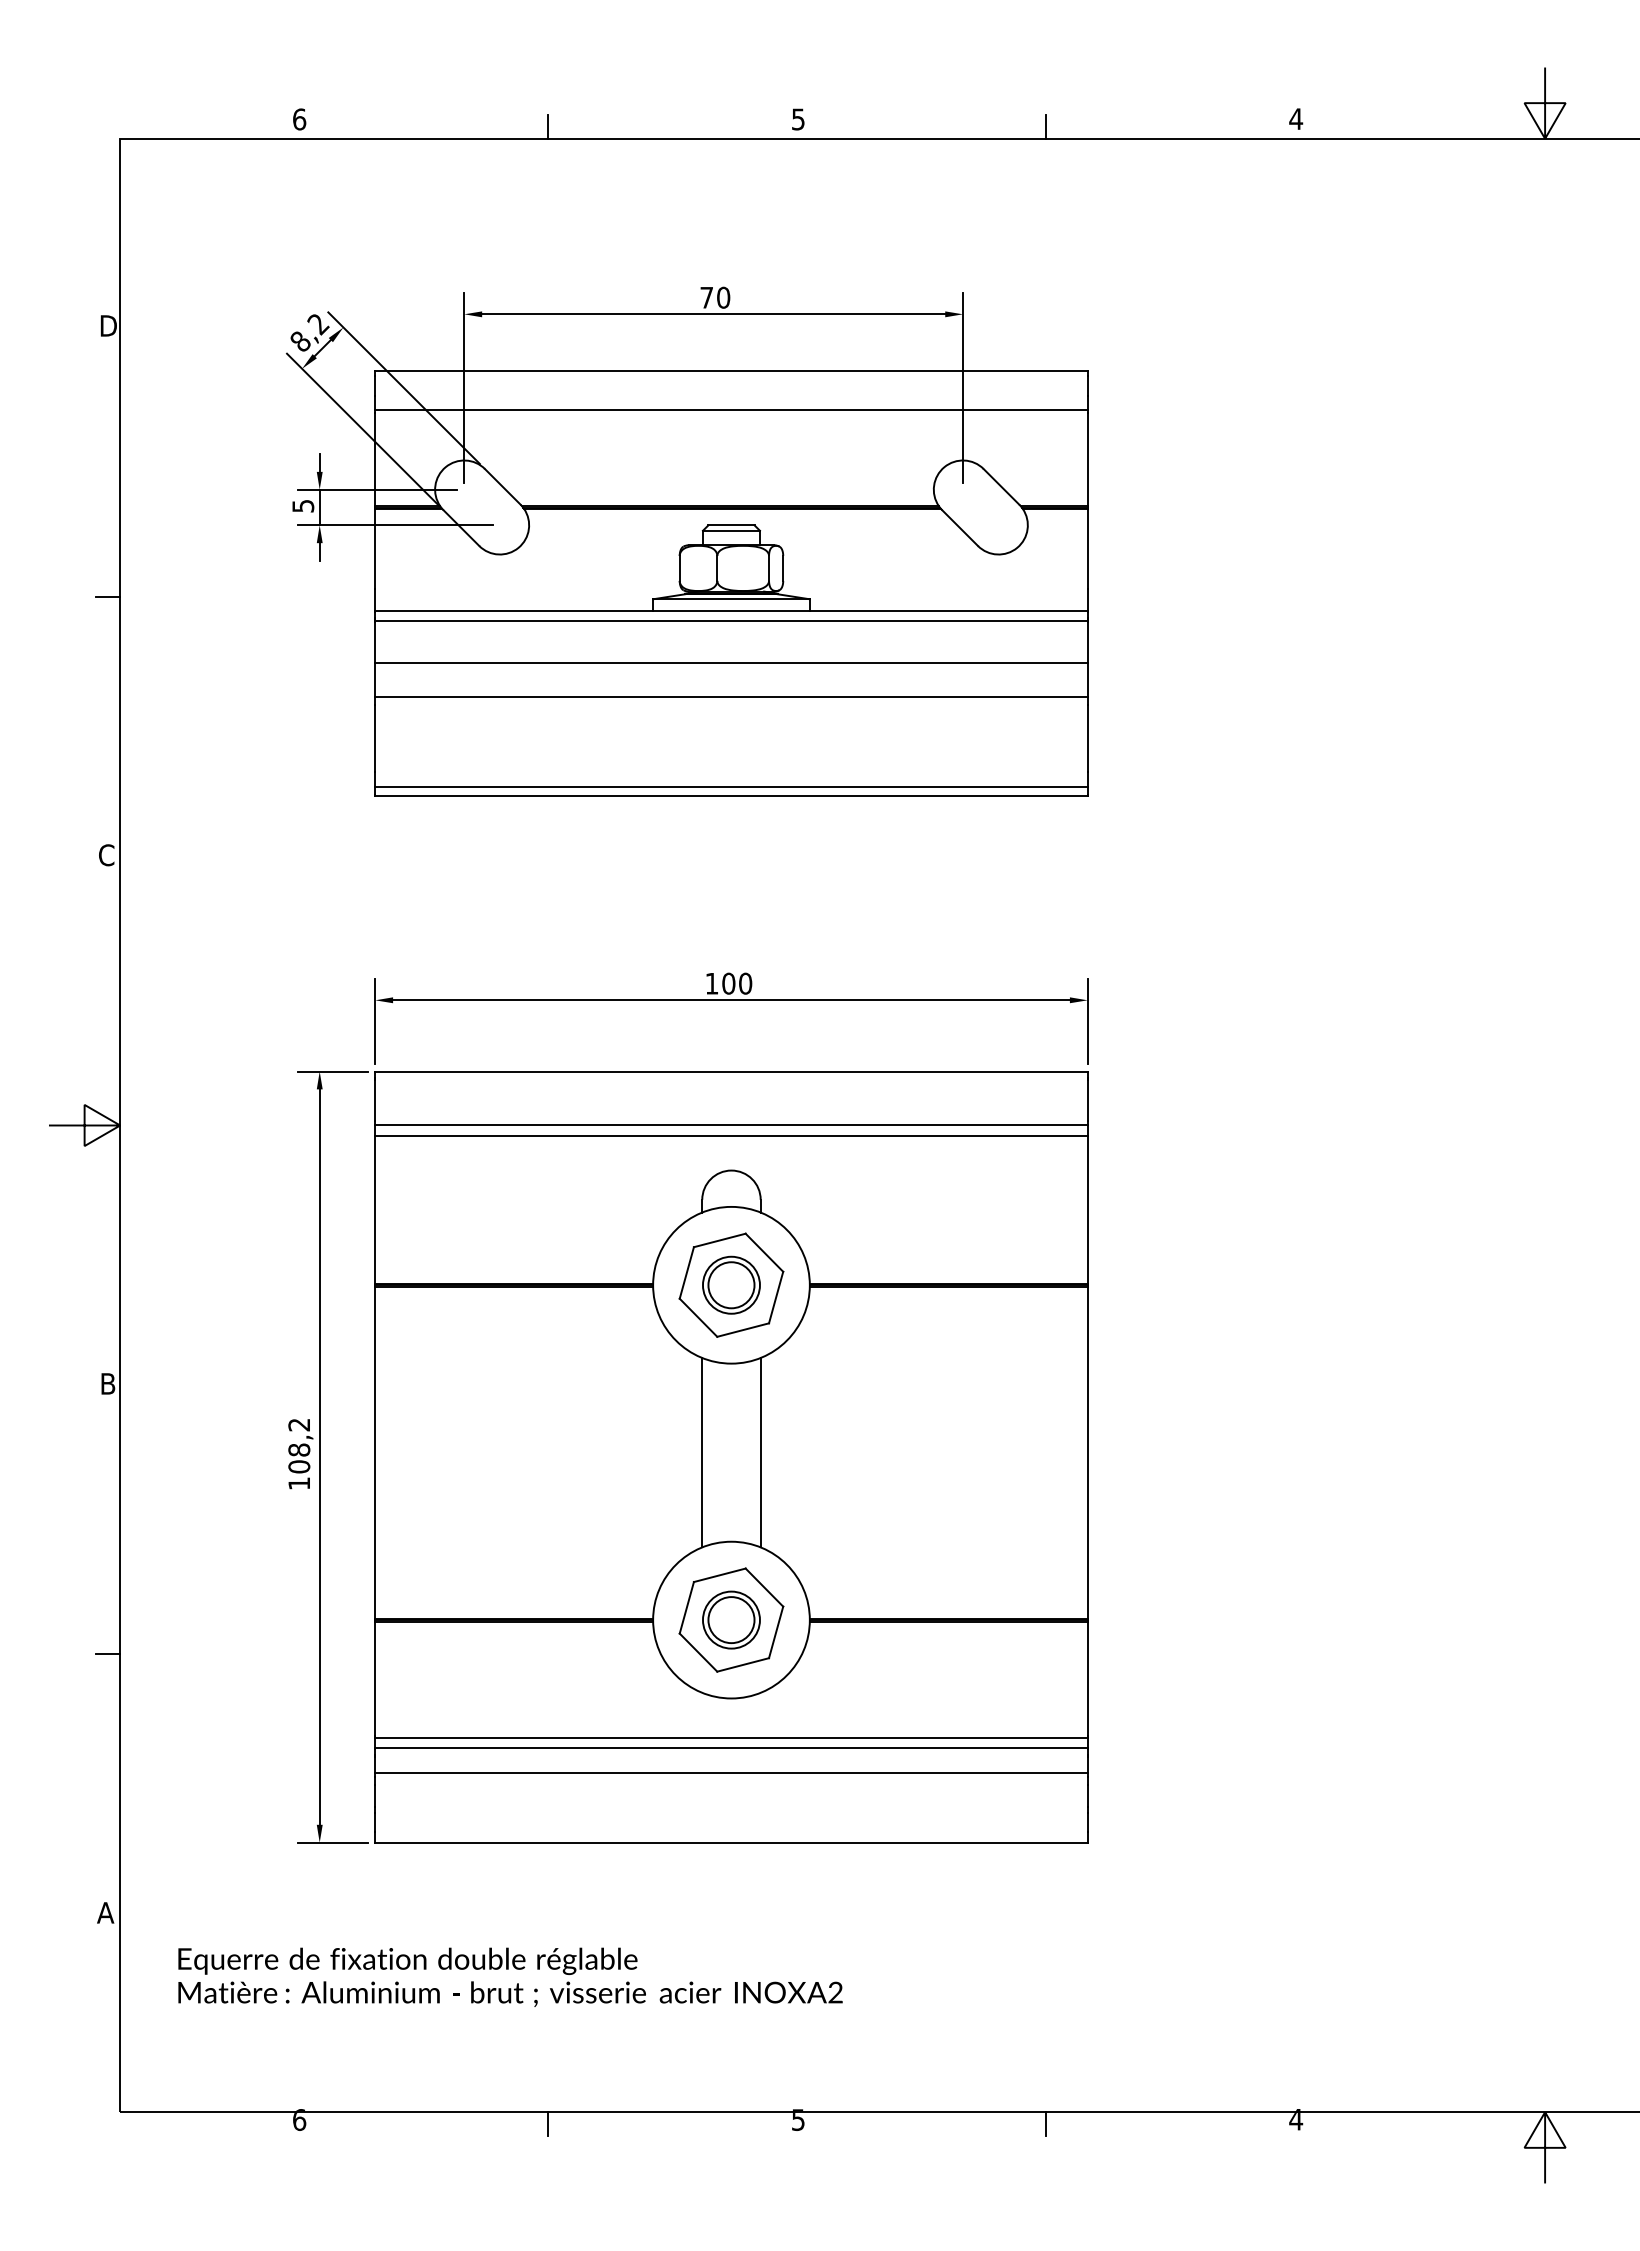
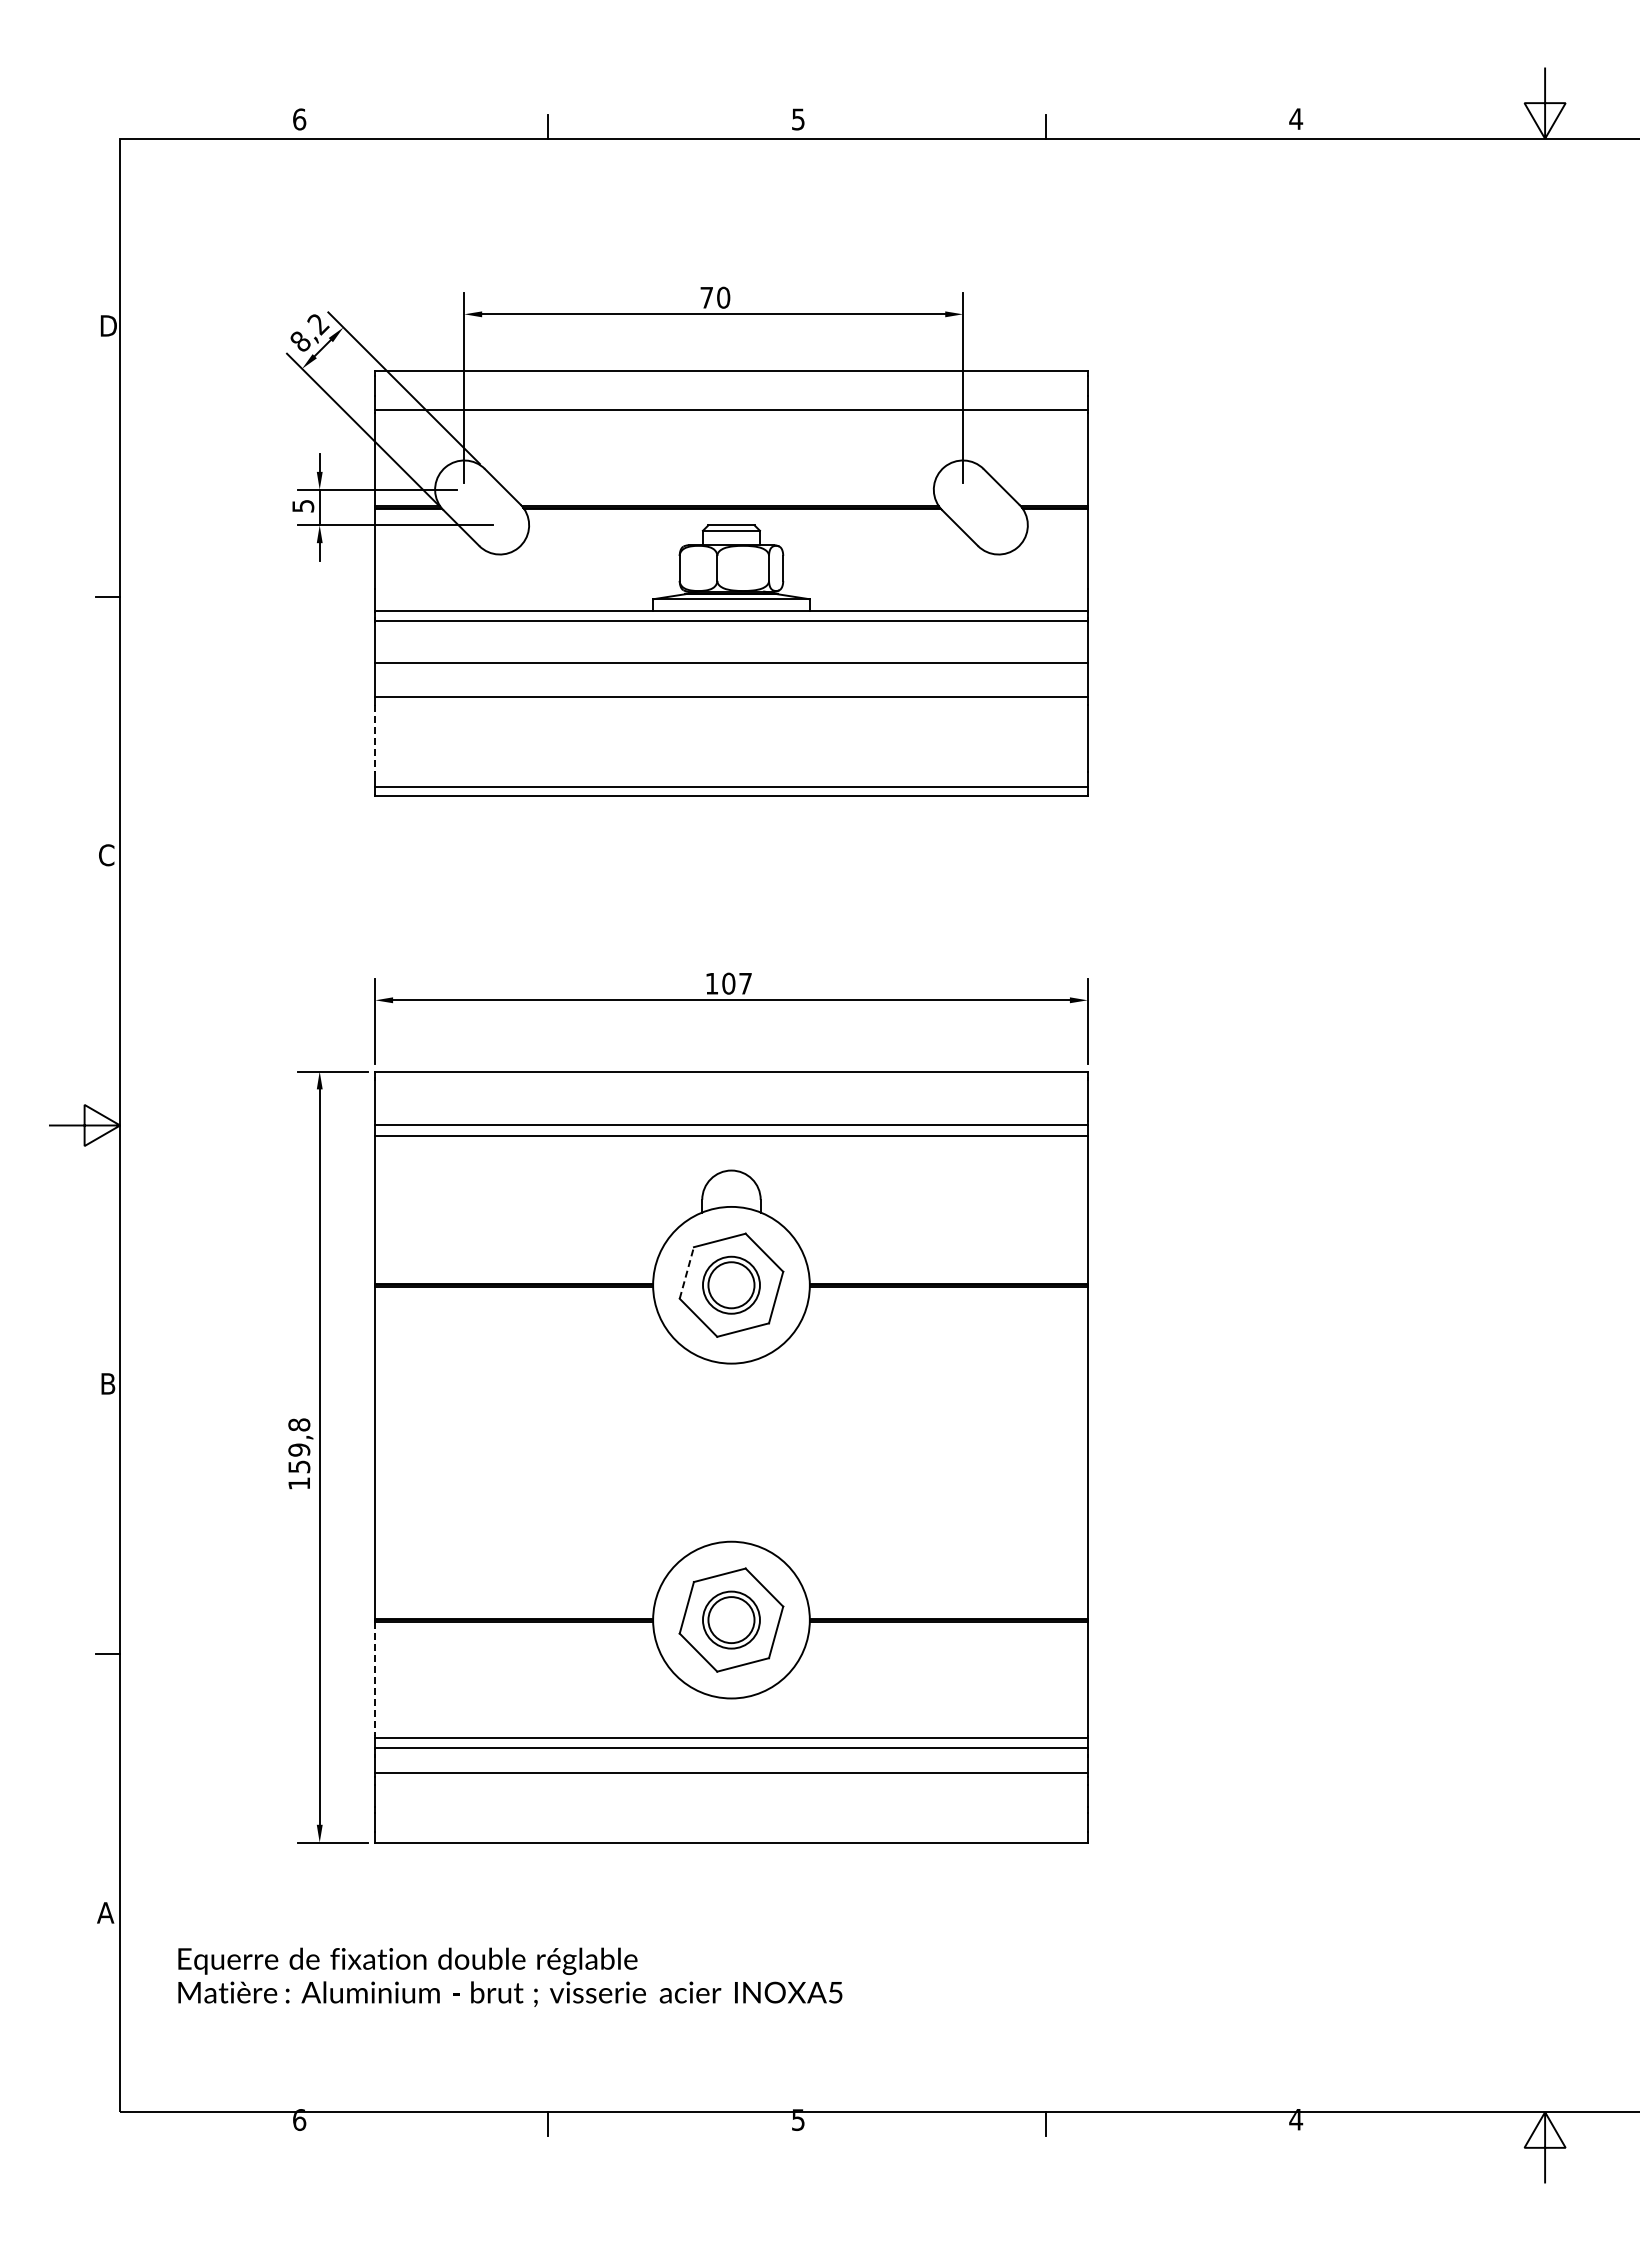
line at (375, 738): solid -> dashed
text at (745, 983): 100 -> 107
line at (686, 1272): solid -> dashed
text at (299, 1445): 108,2 -> 159,8
line at (702, 1452): present -> none
line at (760, 1452): present -> none
line at (375, 1679): solid -> dashed
text at (835, 1992): A2 -> A5
